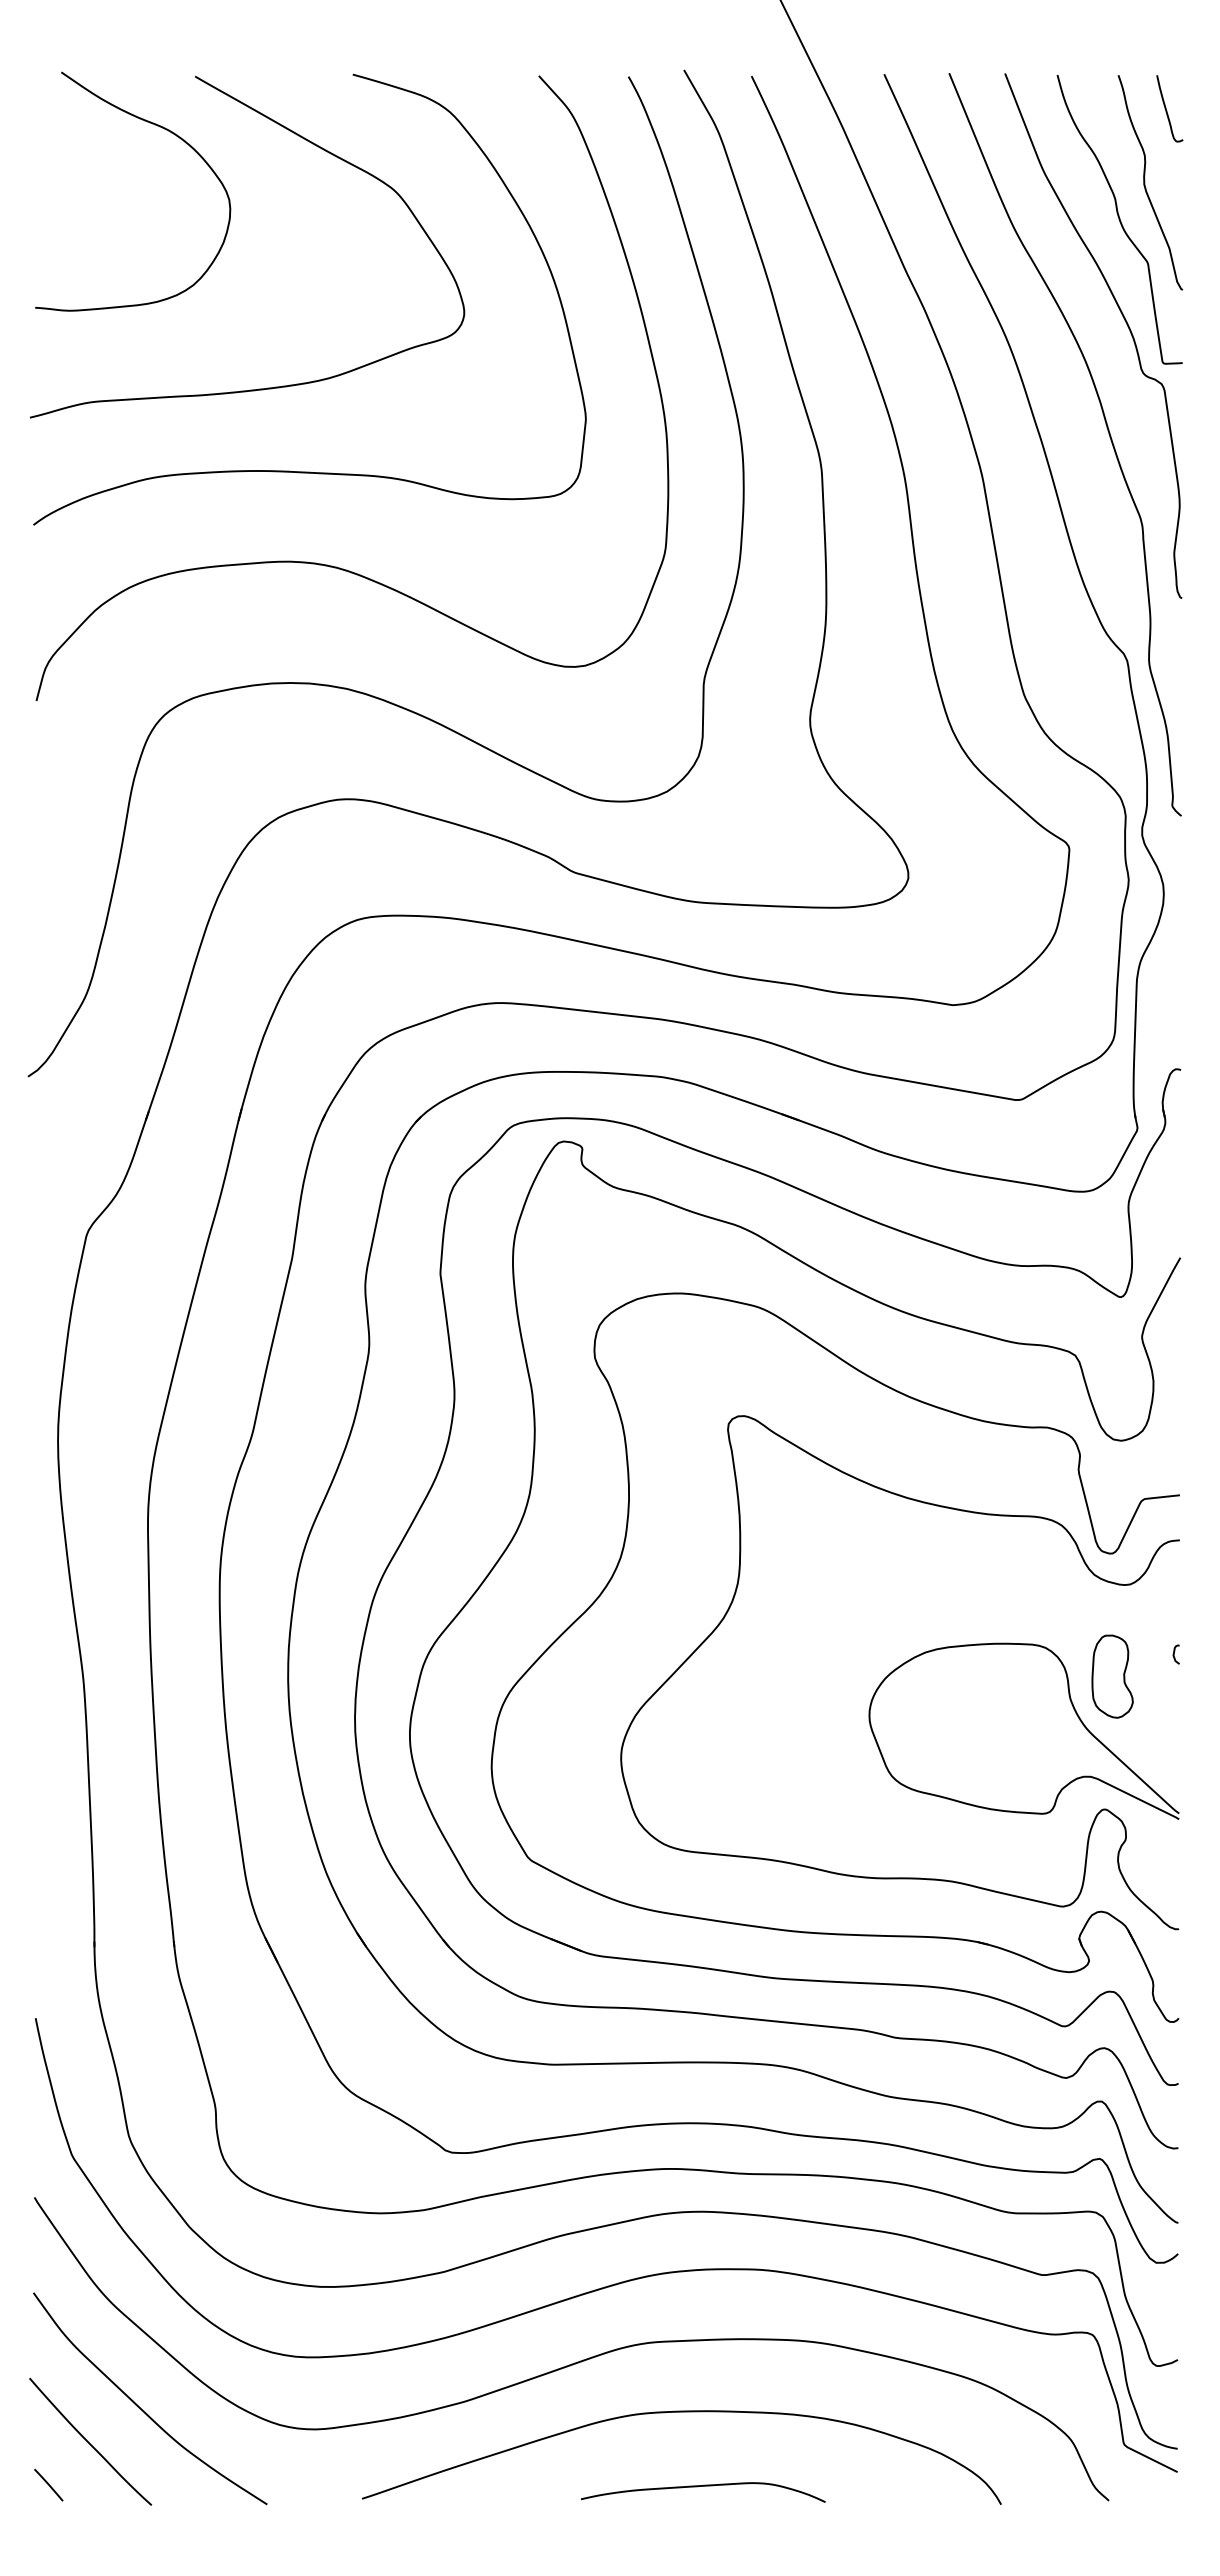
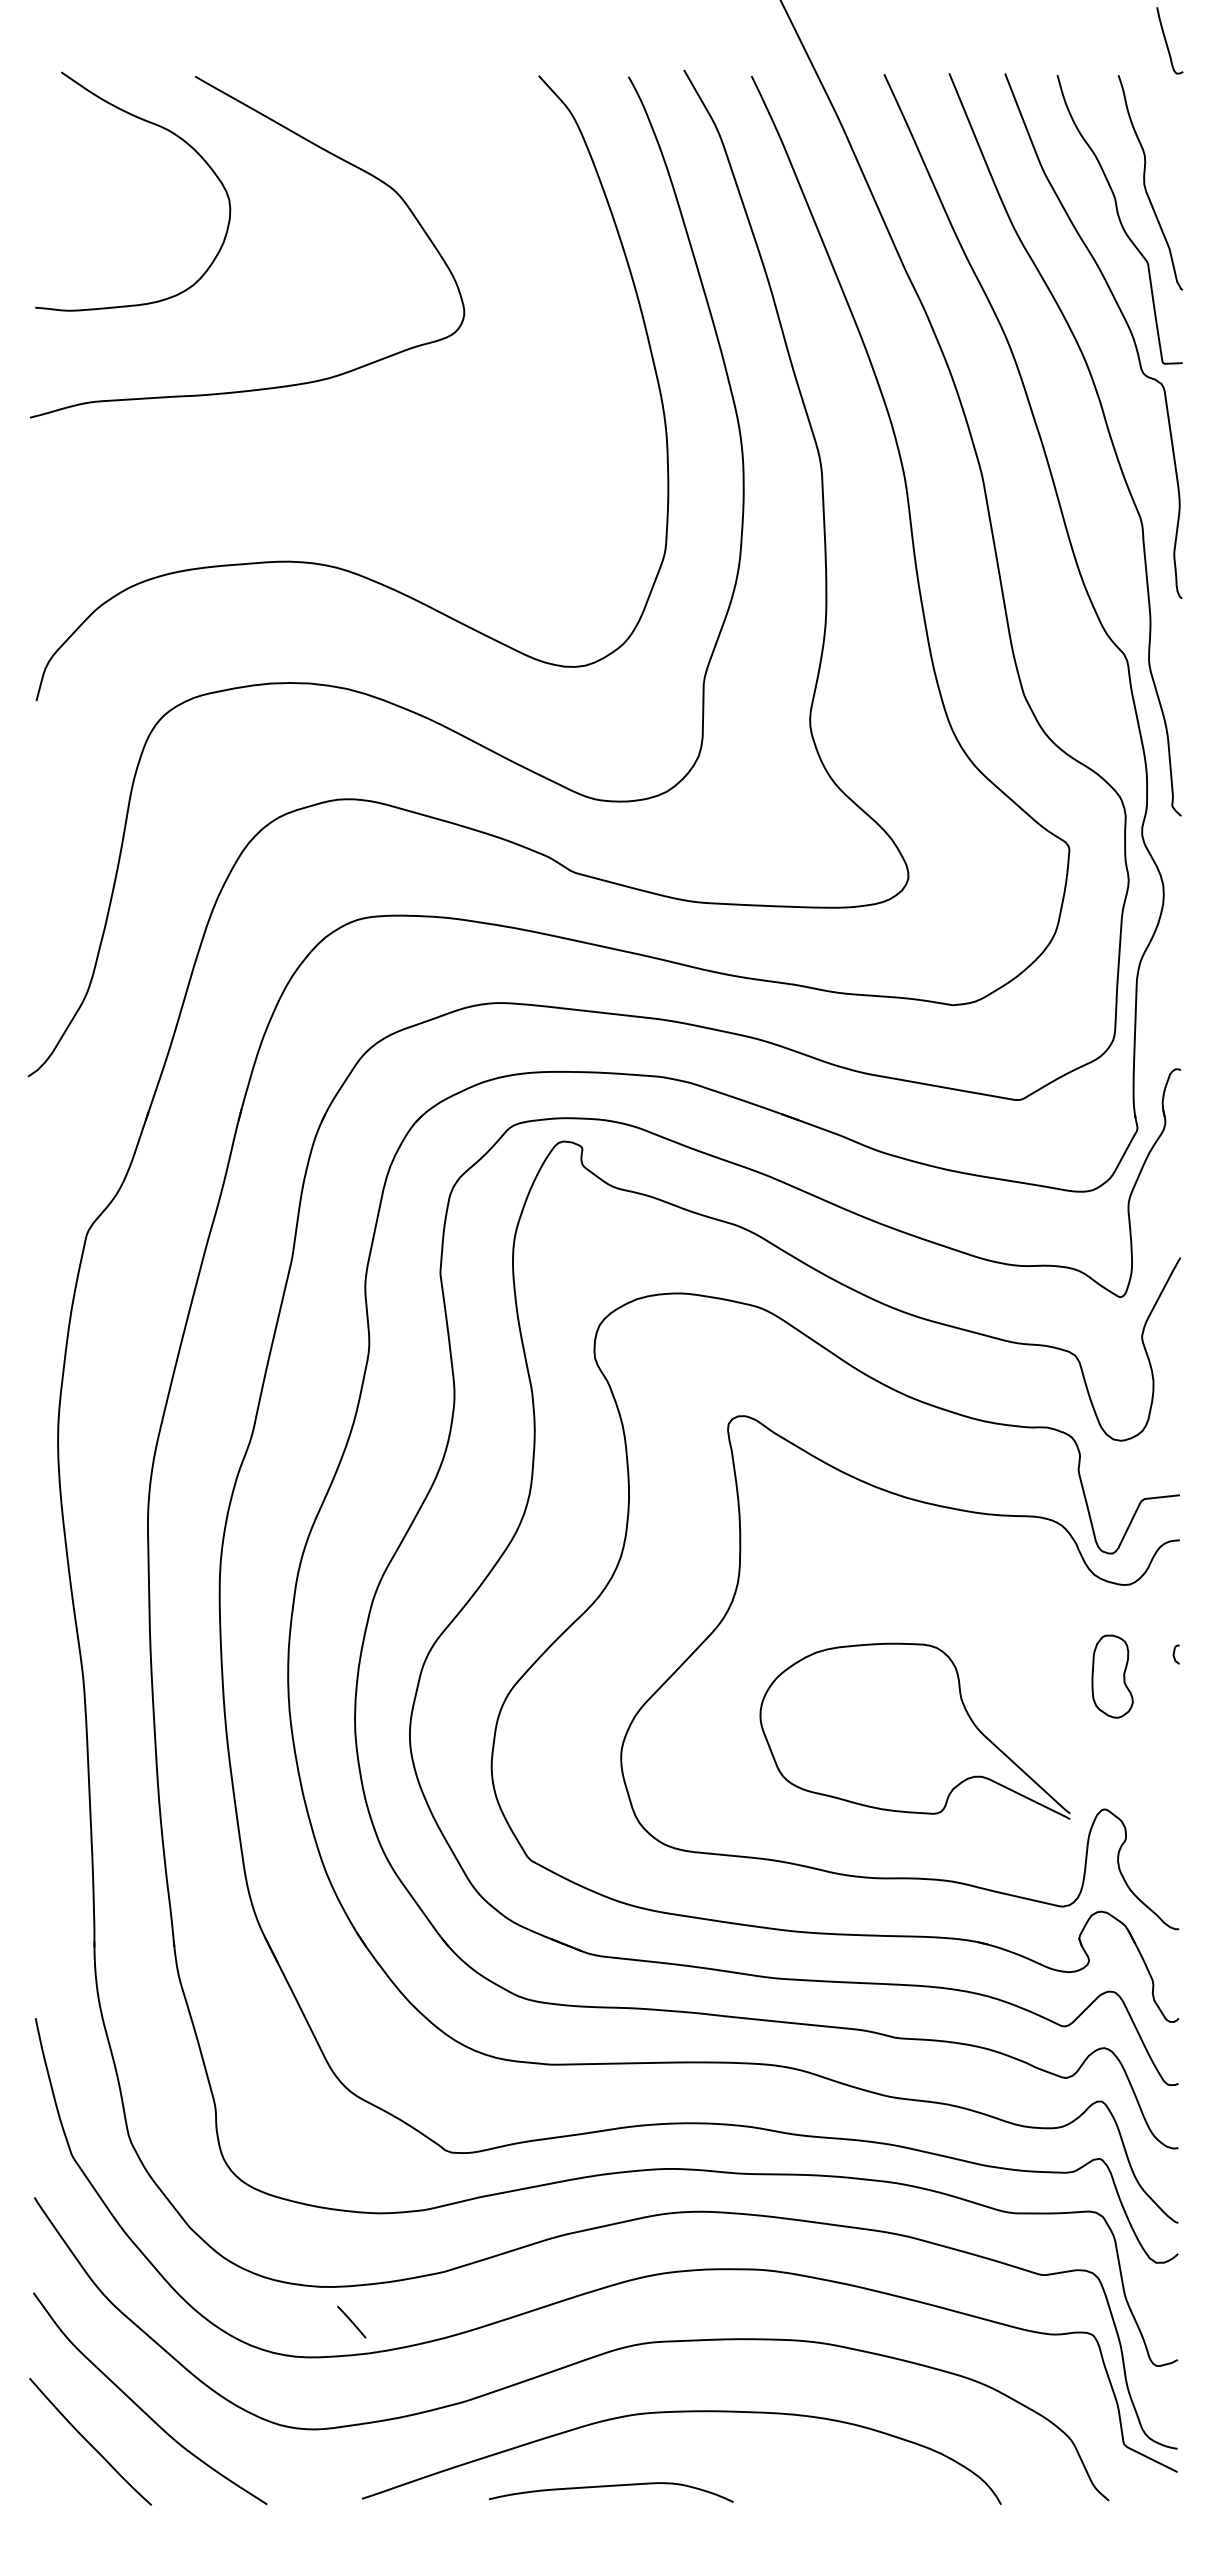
curve at (1167, 110) position: (1167, 110) -> (1167, 42)
curve at (309, 471): present -> none
curve at (1072, 1707) position: (1072, 1707) -> (963, 1707)
line at (48, 2484) position: (48, 2484) -> (351, 2321)
curve at (703, 2486) position: (703, 2486) -> (611, 2486)
